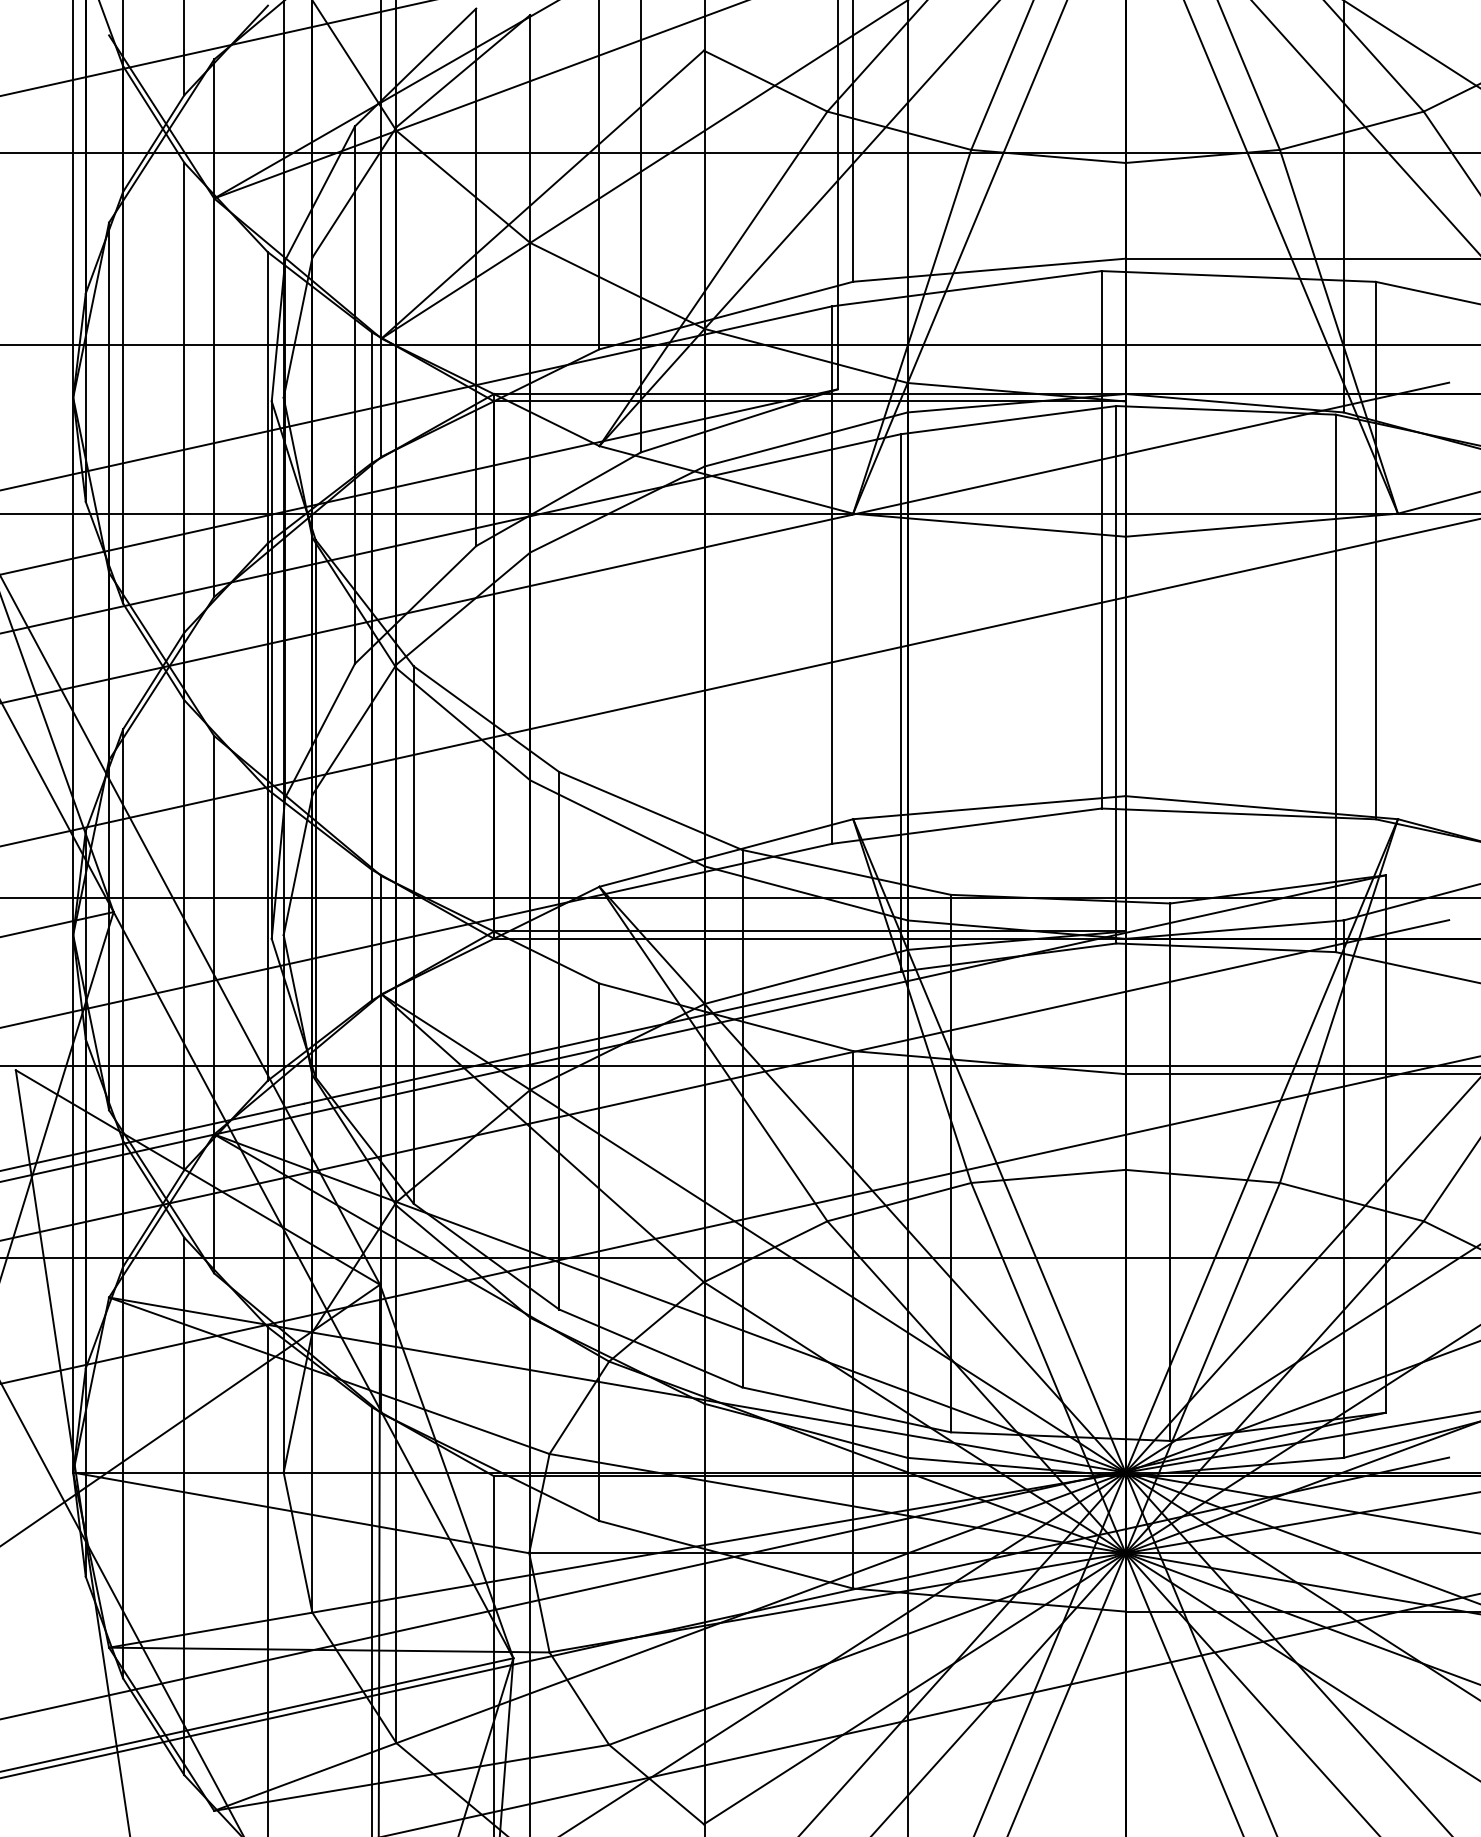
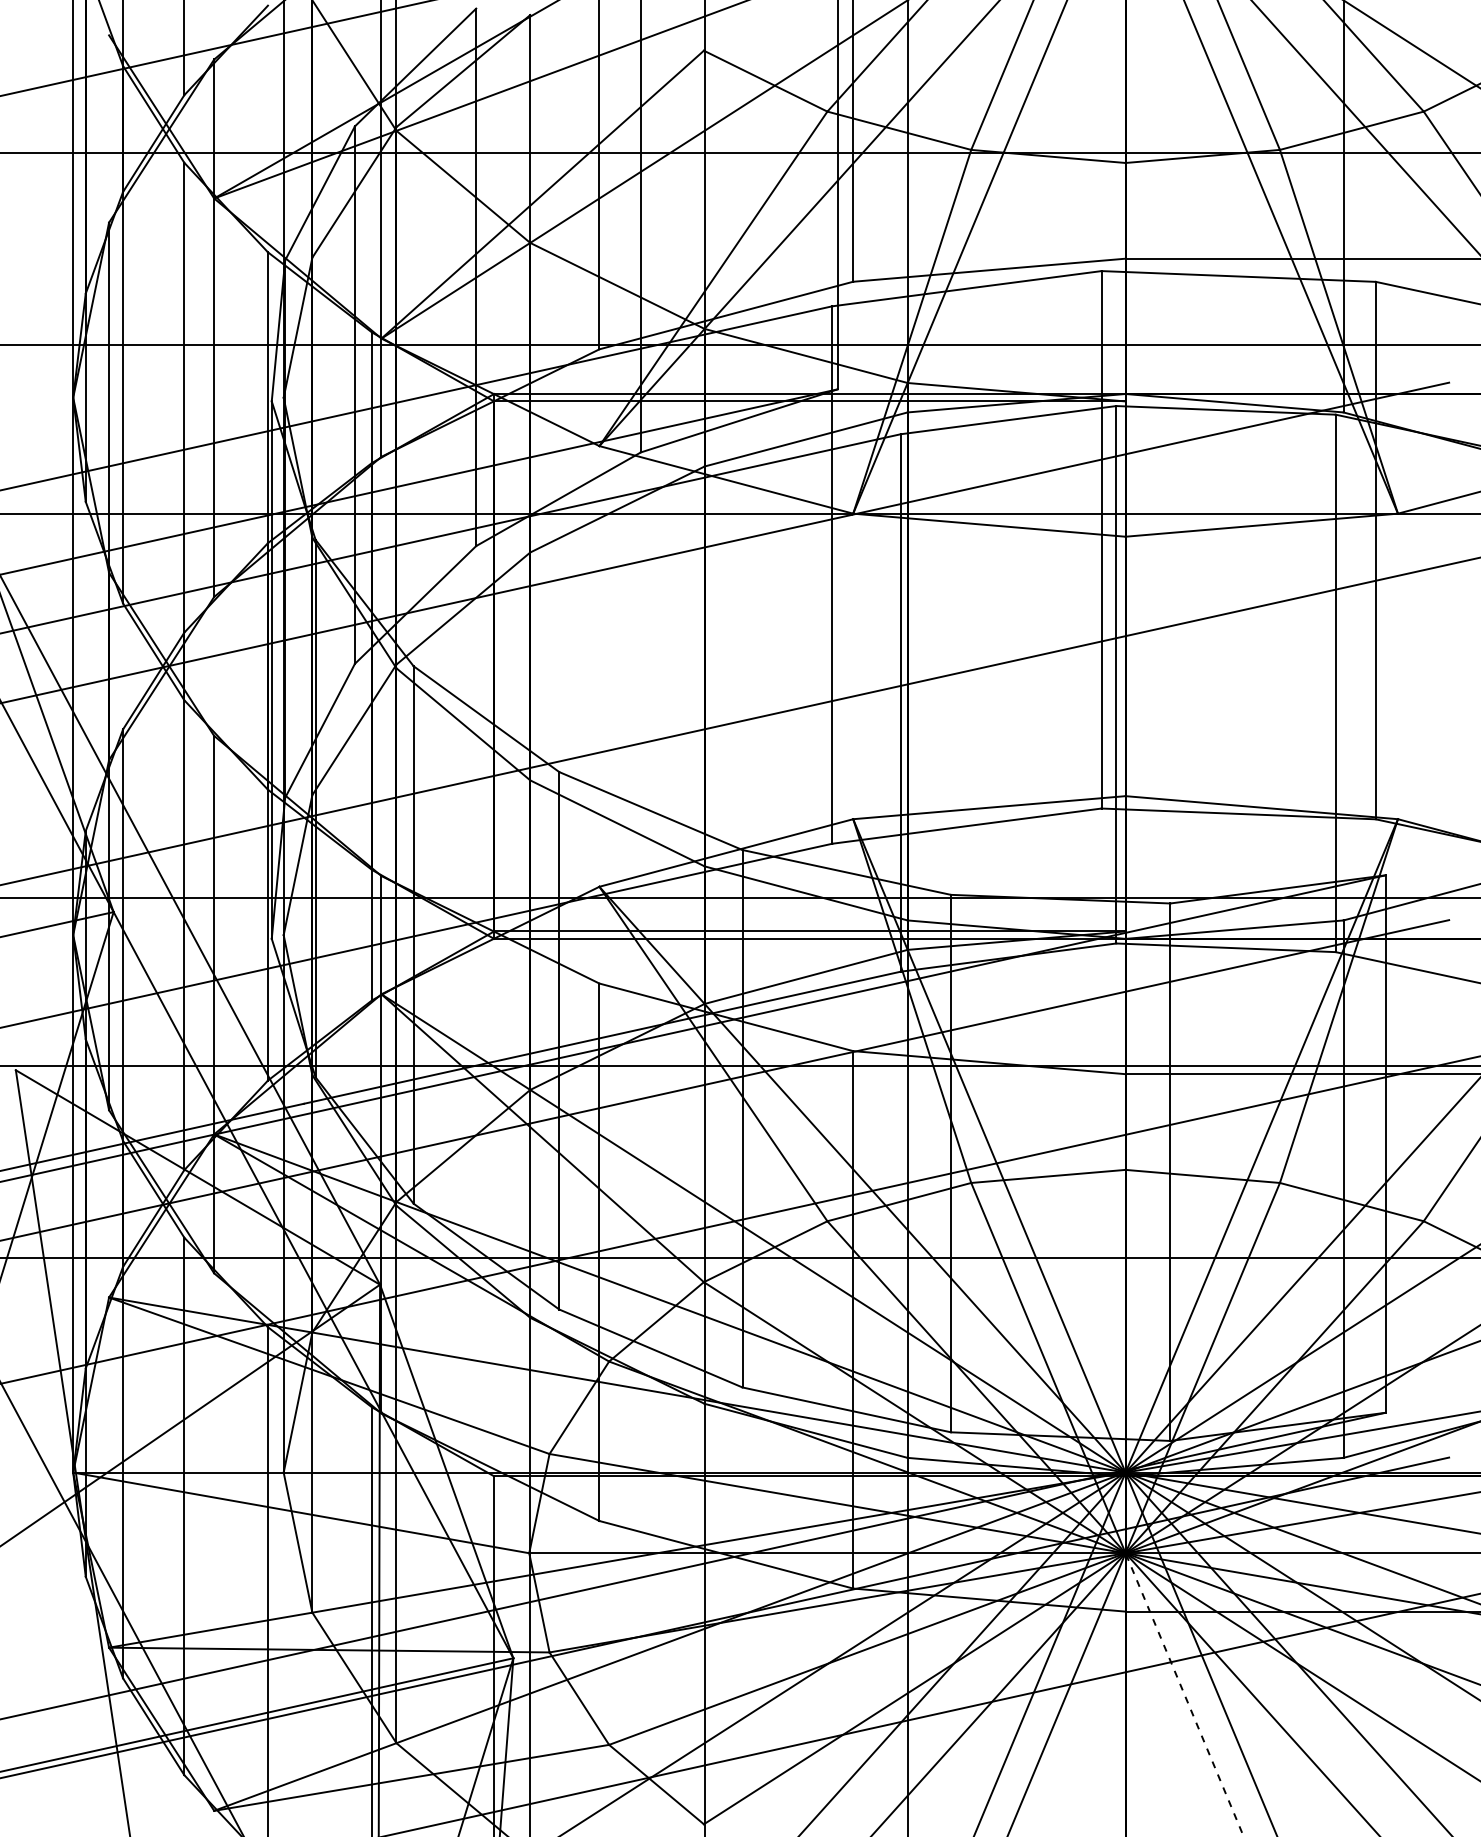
line at (739, 682) position: (739, 682) -> (739, 721)
line at (1184, 1695): solid -> dashed
